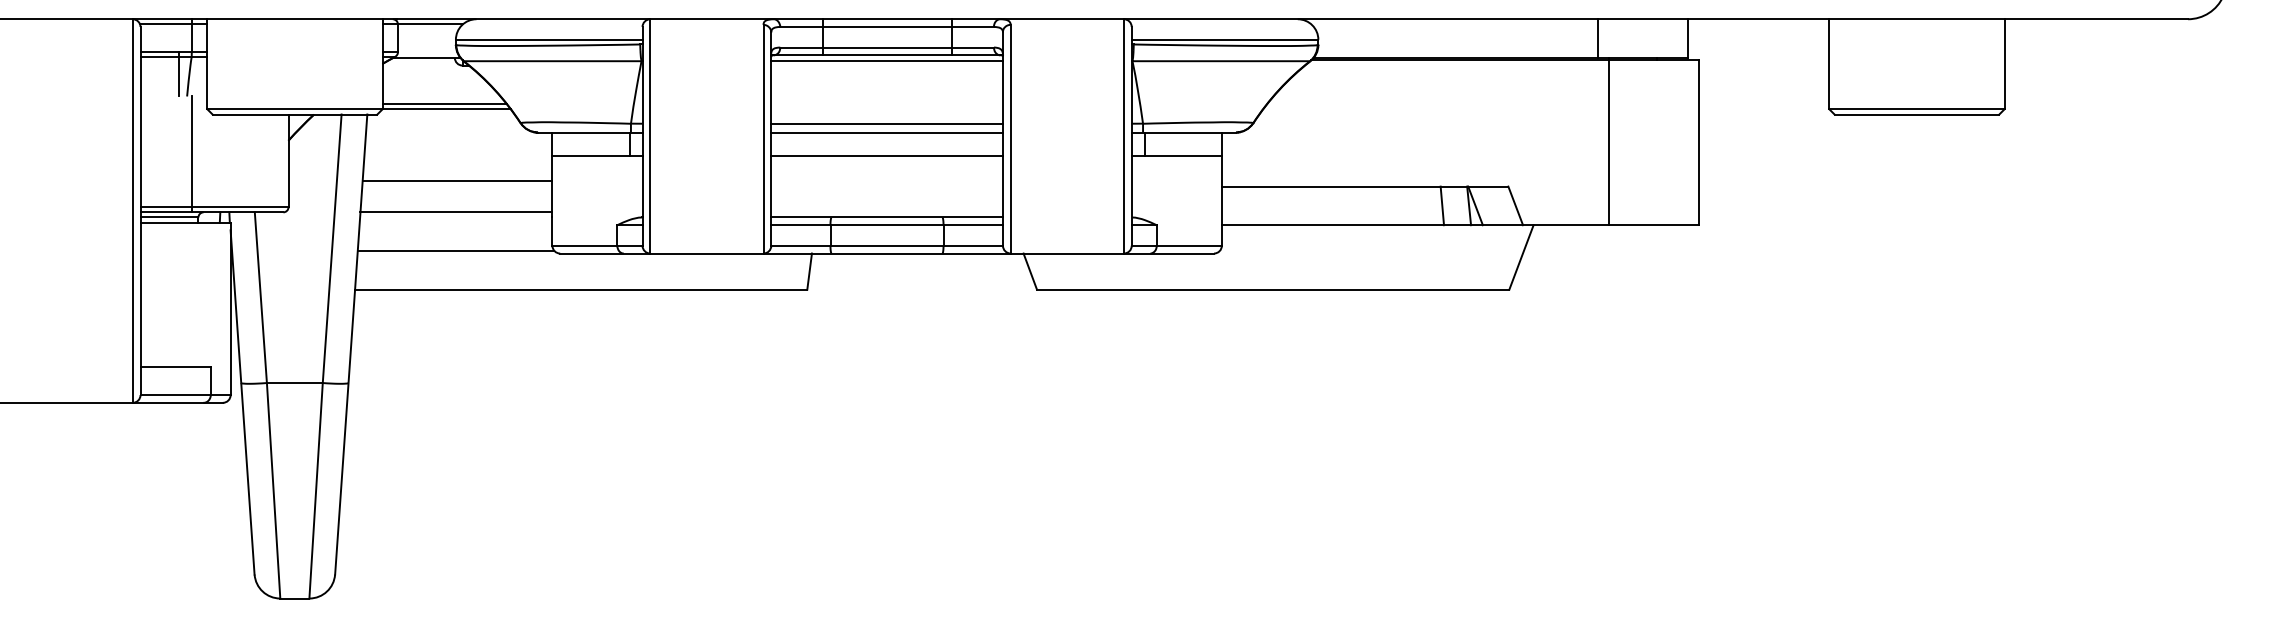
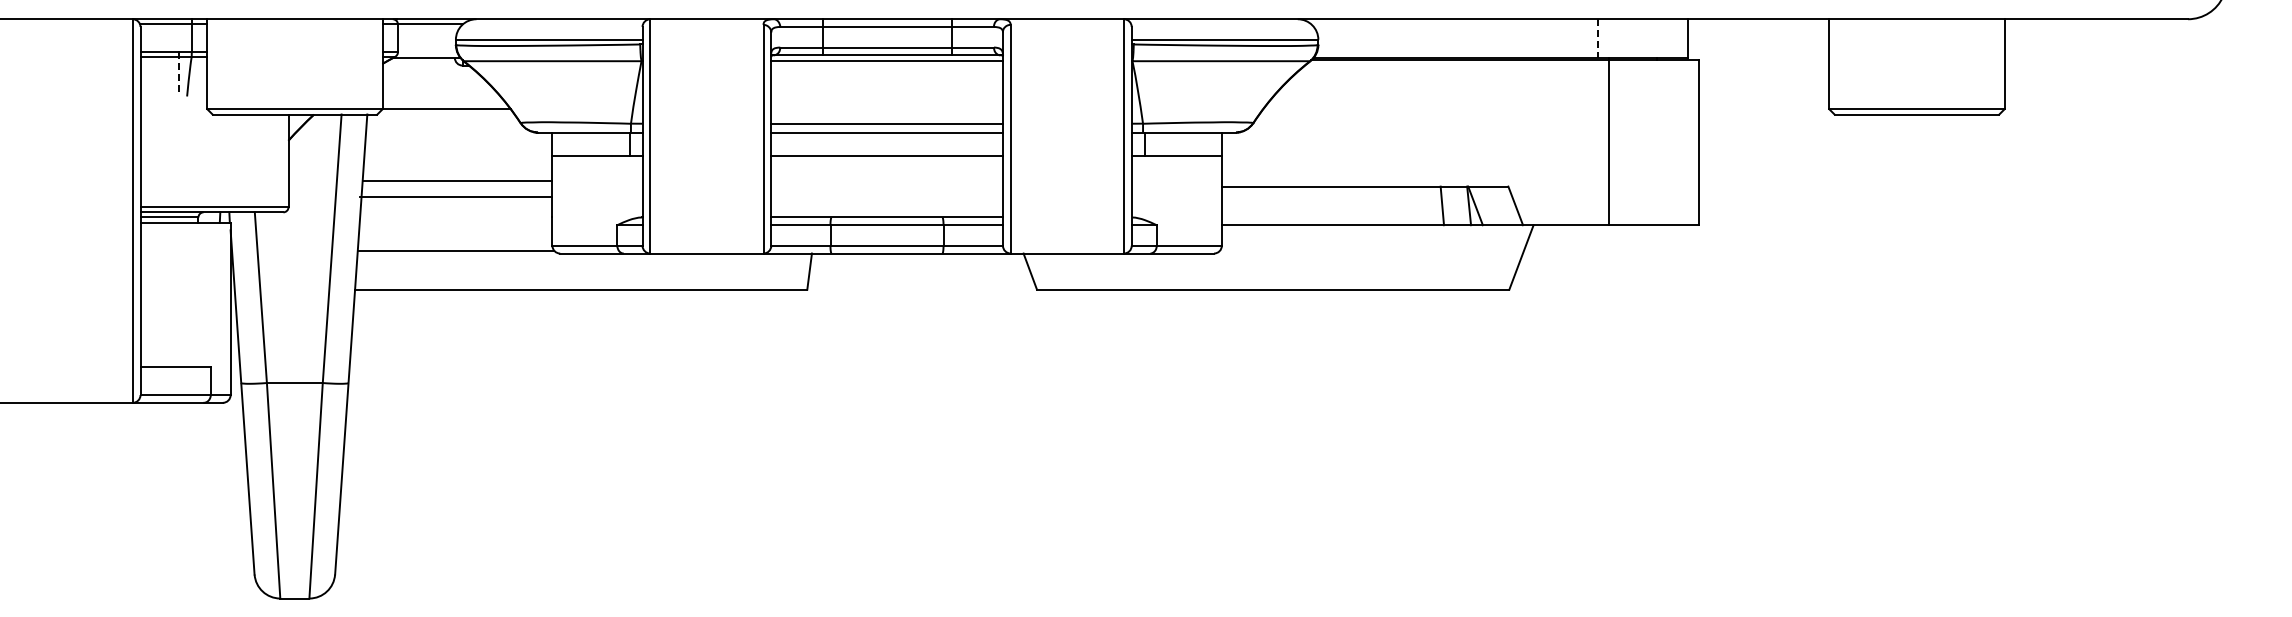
line at (1597, 39): solid -> dashed
line at (179, 74): solid -> dashed
line at (444, 104): present -> none
line at (192, 154): present -> none
line at (456, 212) position: (456, 212) -> (456, 197)
